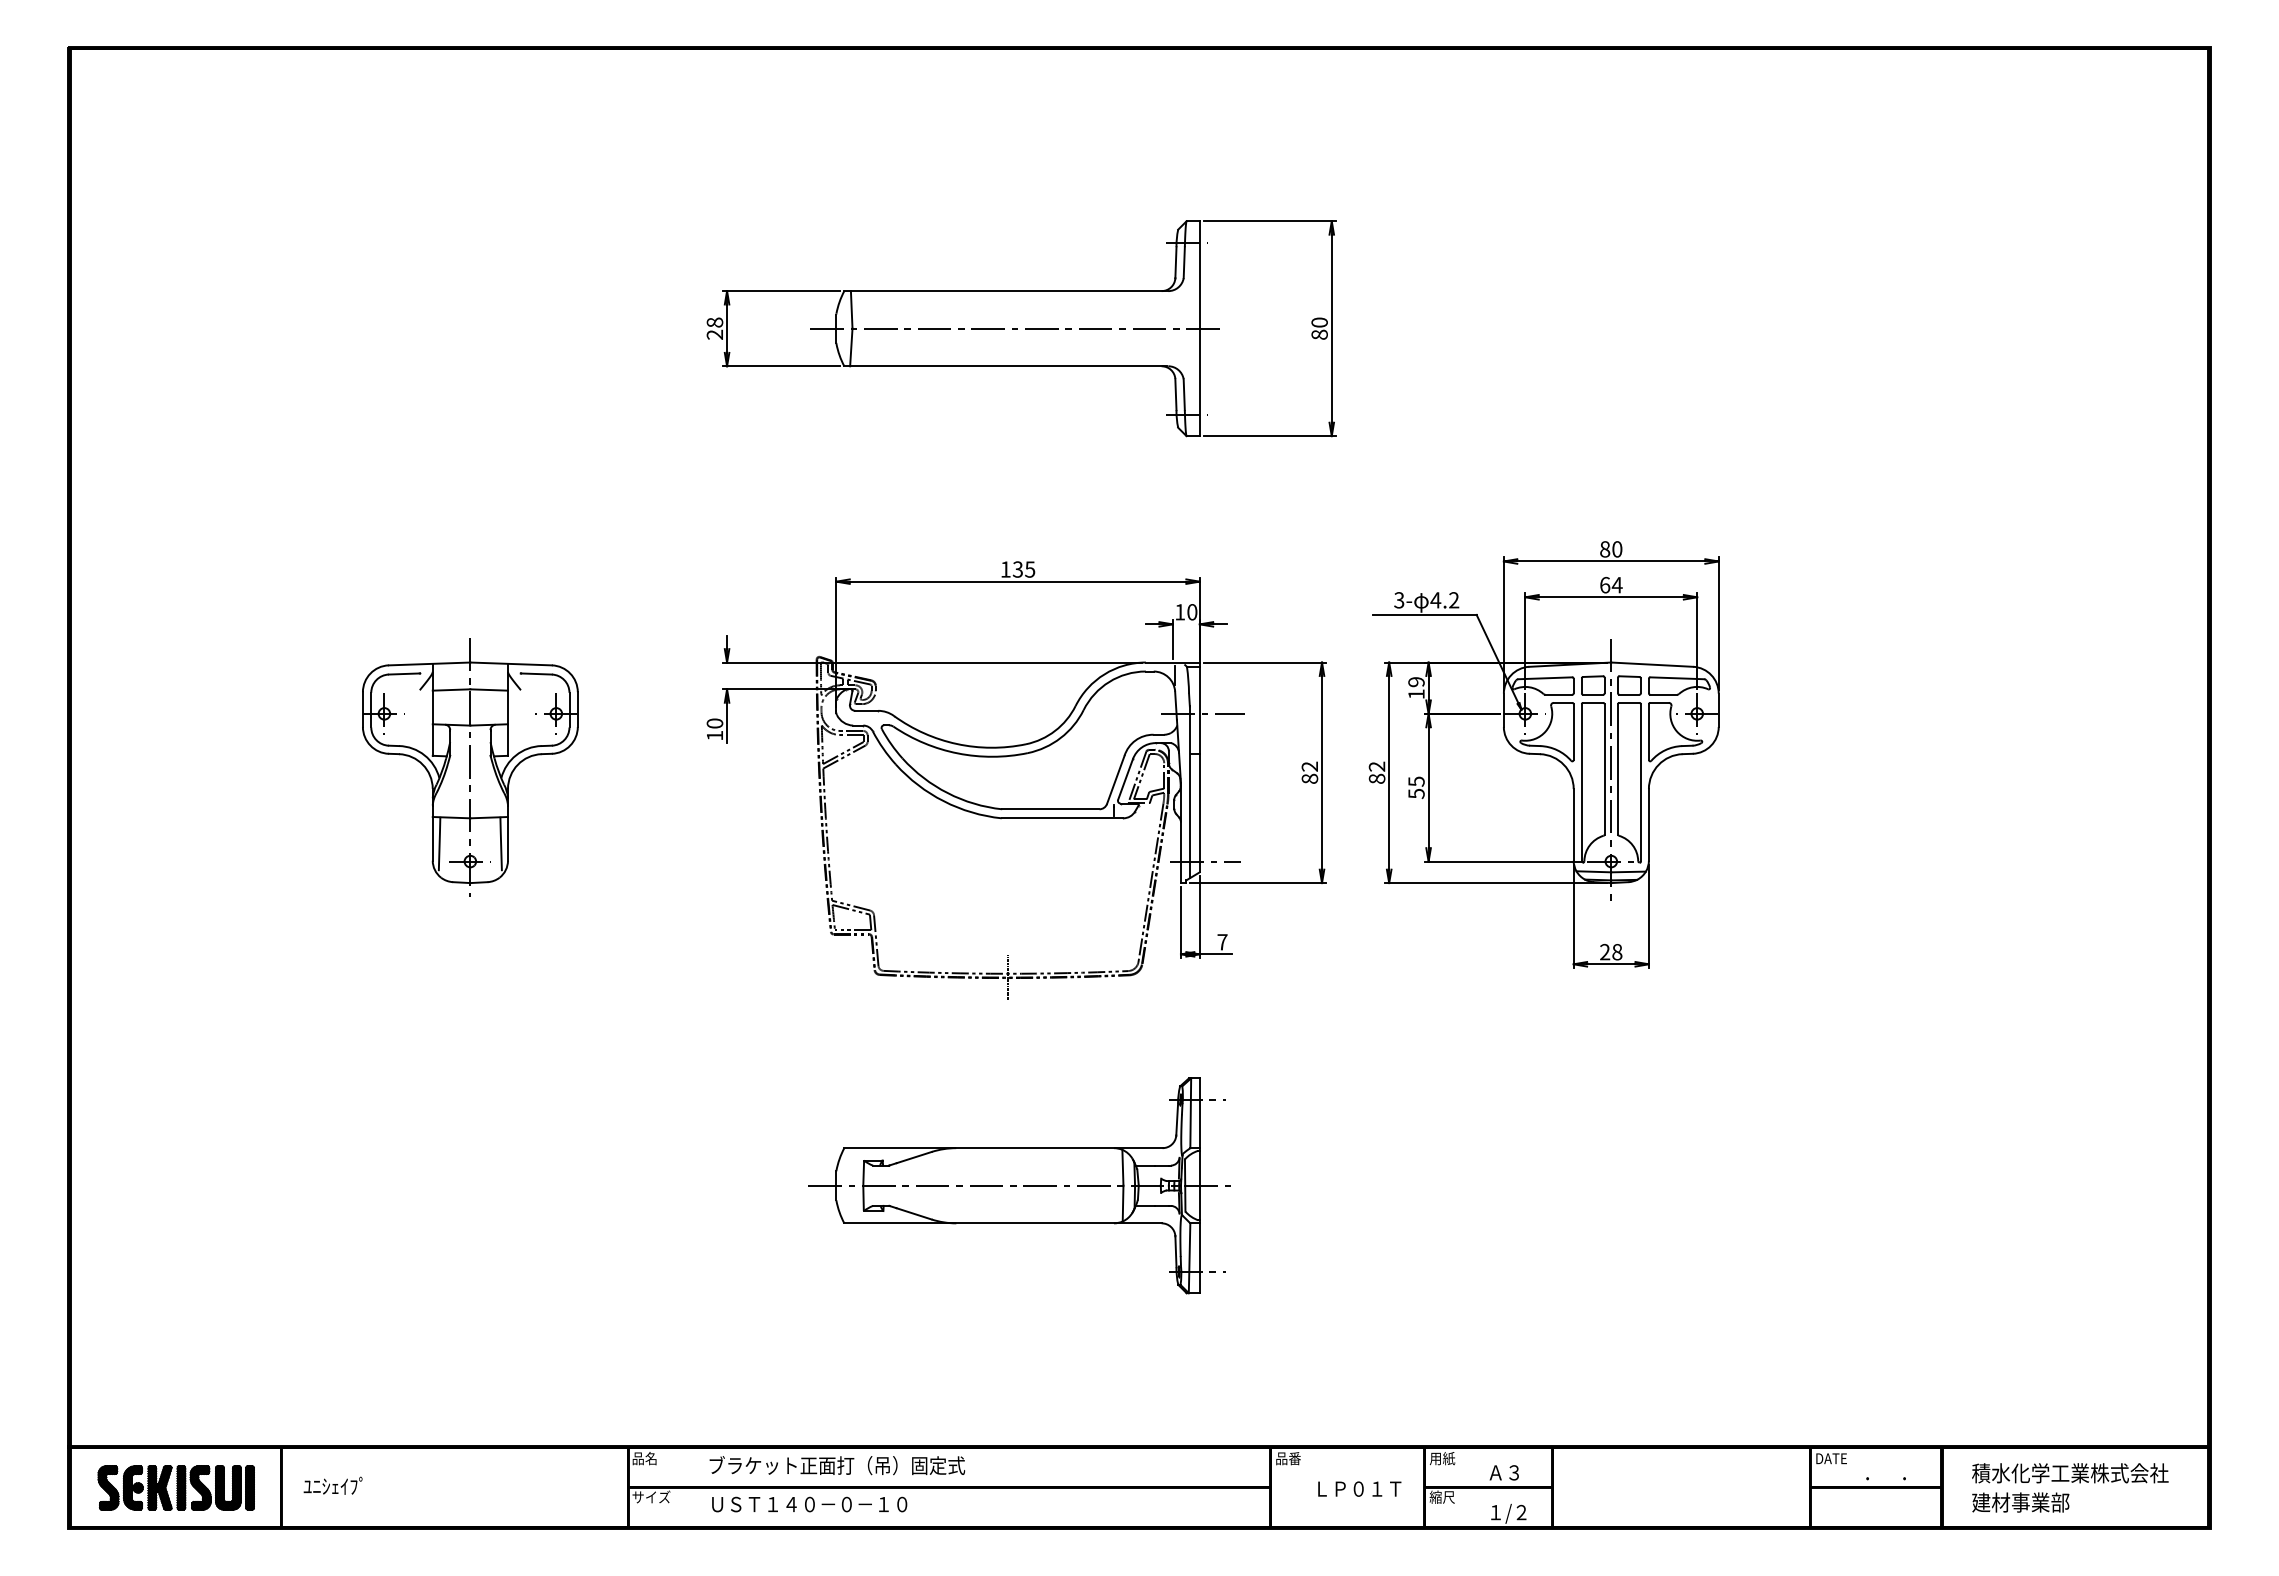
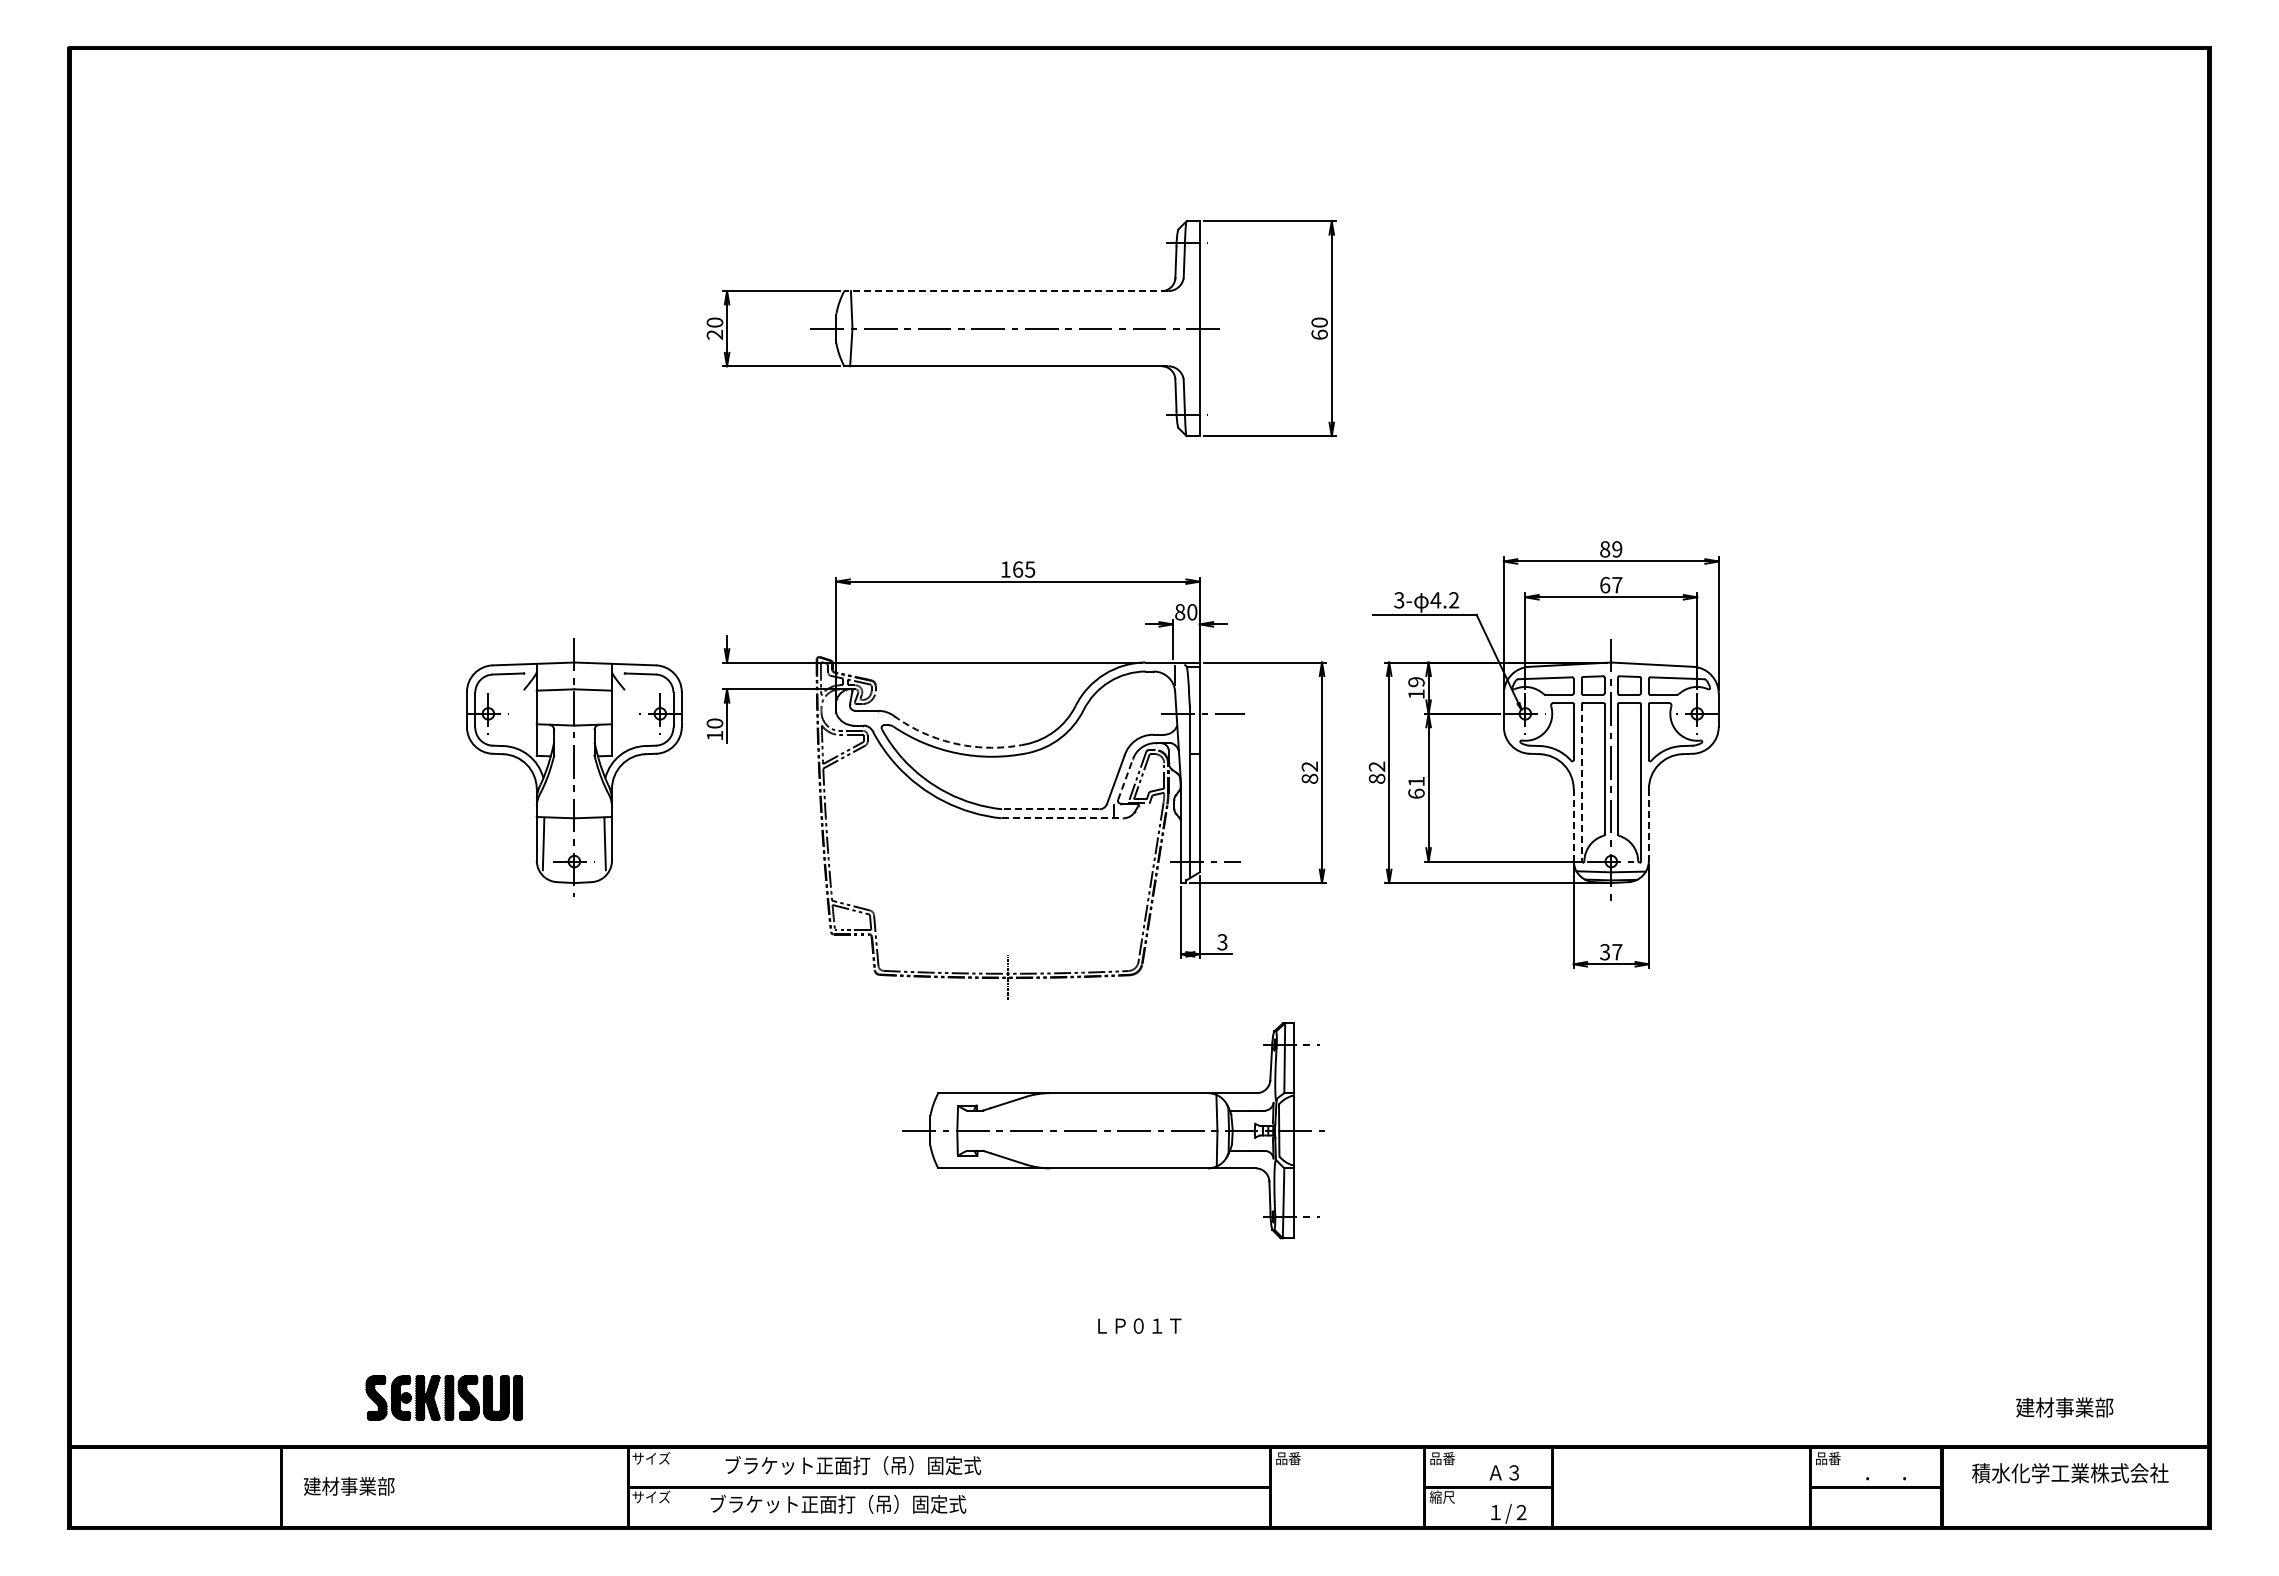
line at (1006, 291): solid -> dashed
text at (714, 322): 28 -> 20
text at (1319, 334): 80 -> 60
text at (1617, 549): 80 -> 89
text at (1017, 569): 135 -> 165
text at (1616, 585): 64 -> 67
text at (1180, 612): 10 -> 80
arc at (956, 744): solid -> dashed
part at (470, 767) position: (470, 767) -> (574, 767)
line at (1125, 779): solid -> dashed
line at (1581, 783): solid -> dashed
text at (1416, 787): 55 -> 61
line at (1050, 809): solid -> dashed
line at (1062, 818): solid -> dashed
line at (1573, 824): solid -> dashed
line at (1648, 824): solid -> dashed
text at (1222, 942): 7 -> 3
text at (1611, 952): 28 -> 37
part at (1019, 1185) position: (1019, 1185) -> (1113, 1130)
text at (651, 1458): 品名 -> サイズ
text at (1442, 1458): 用紙 -> 品番
text at (1831, 1458): DATE -> 品番
text at (837, 1465) position: (837, 1465) -> (853, 1465)
text at (348, 1485): ﾕﾆｼｪｲﾌﾟ -> 建材事業部
part at (175, 1487) position: (175, 1487) -> (443, 1397)
text at (1359, 1488) position: (1359, 1488) -> (1139, 1325)
text at (2020, 1502) position: (2020, 1502) -> (2064, 1407)
text at (838, 1503): ＵＳＴ１４０－０－１０ -> ブラケット正面打（吊）固定式
